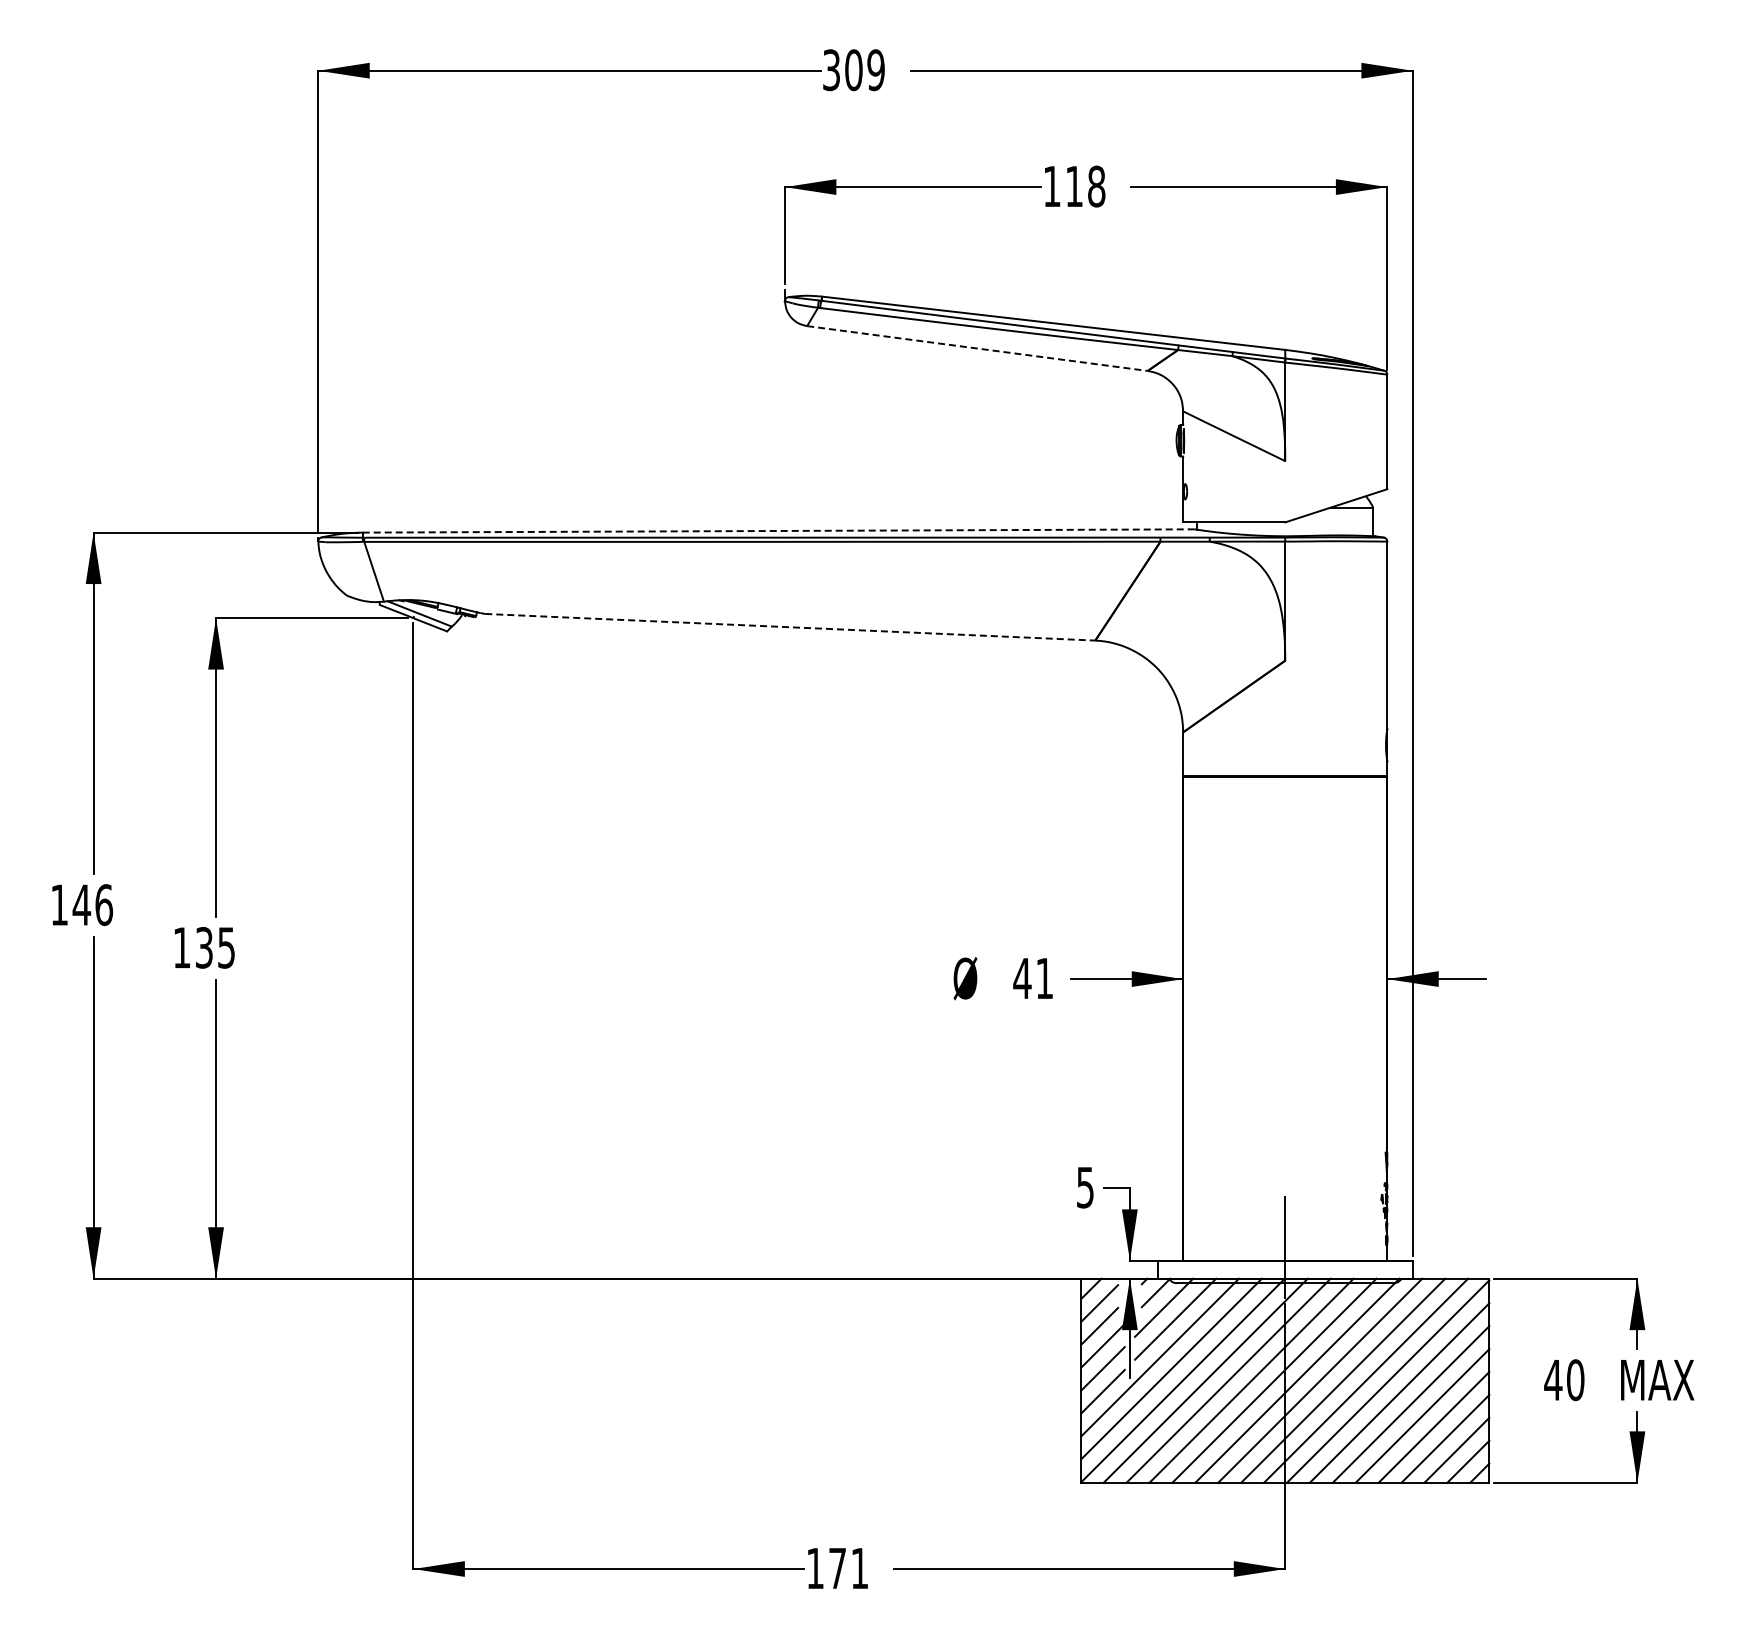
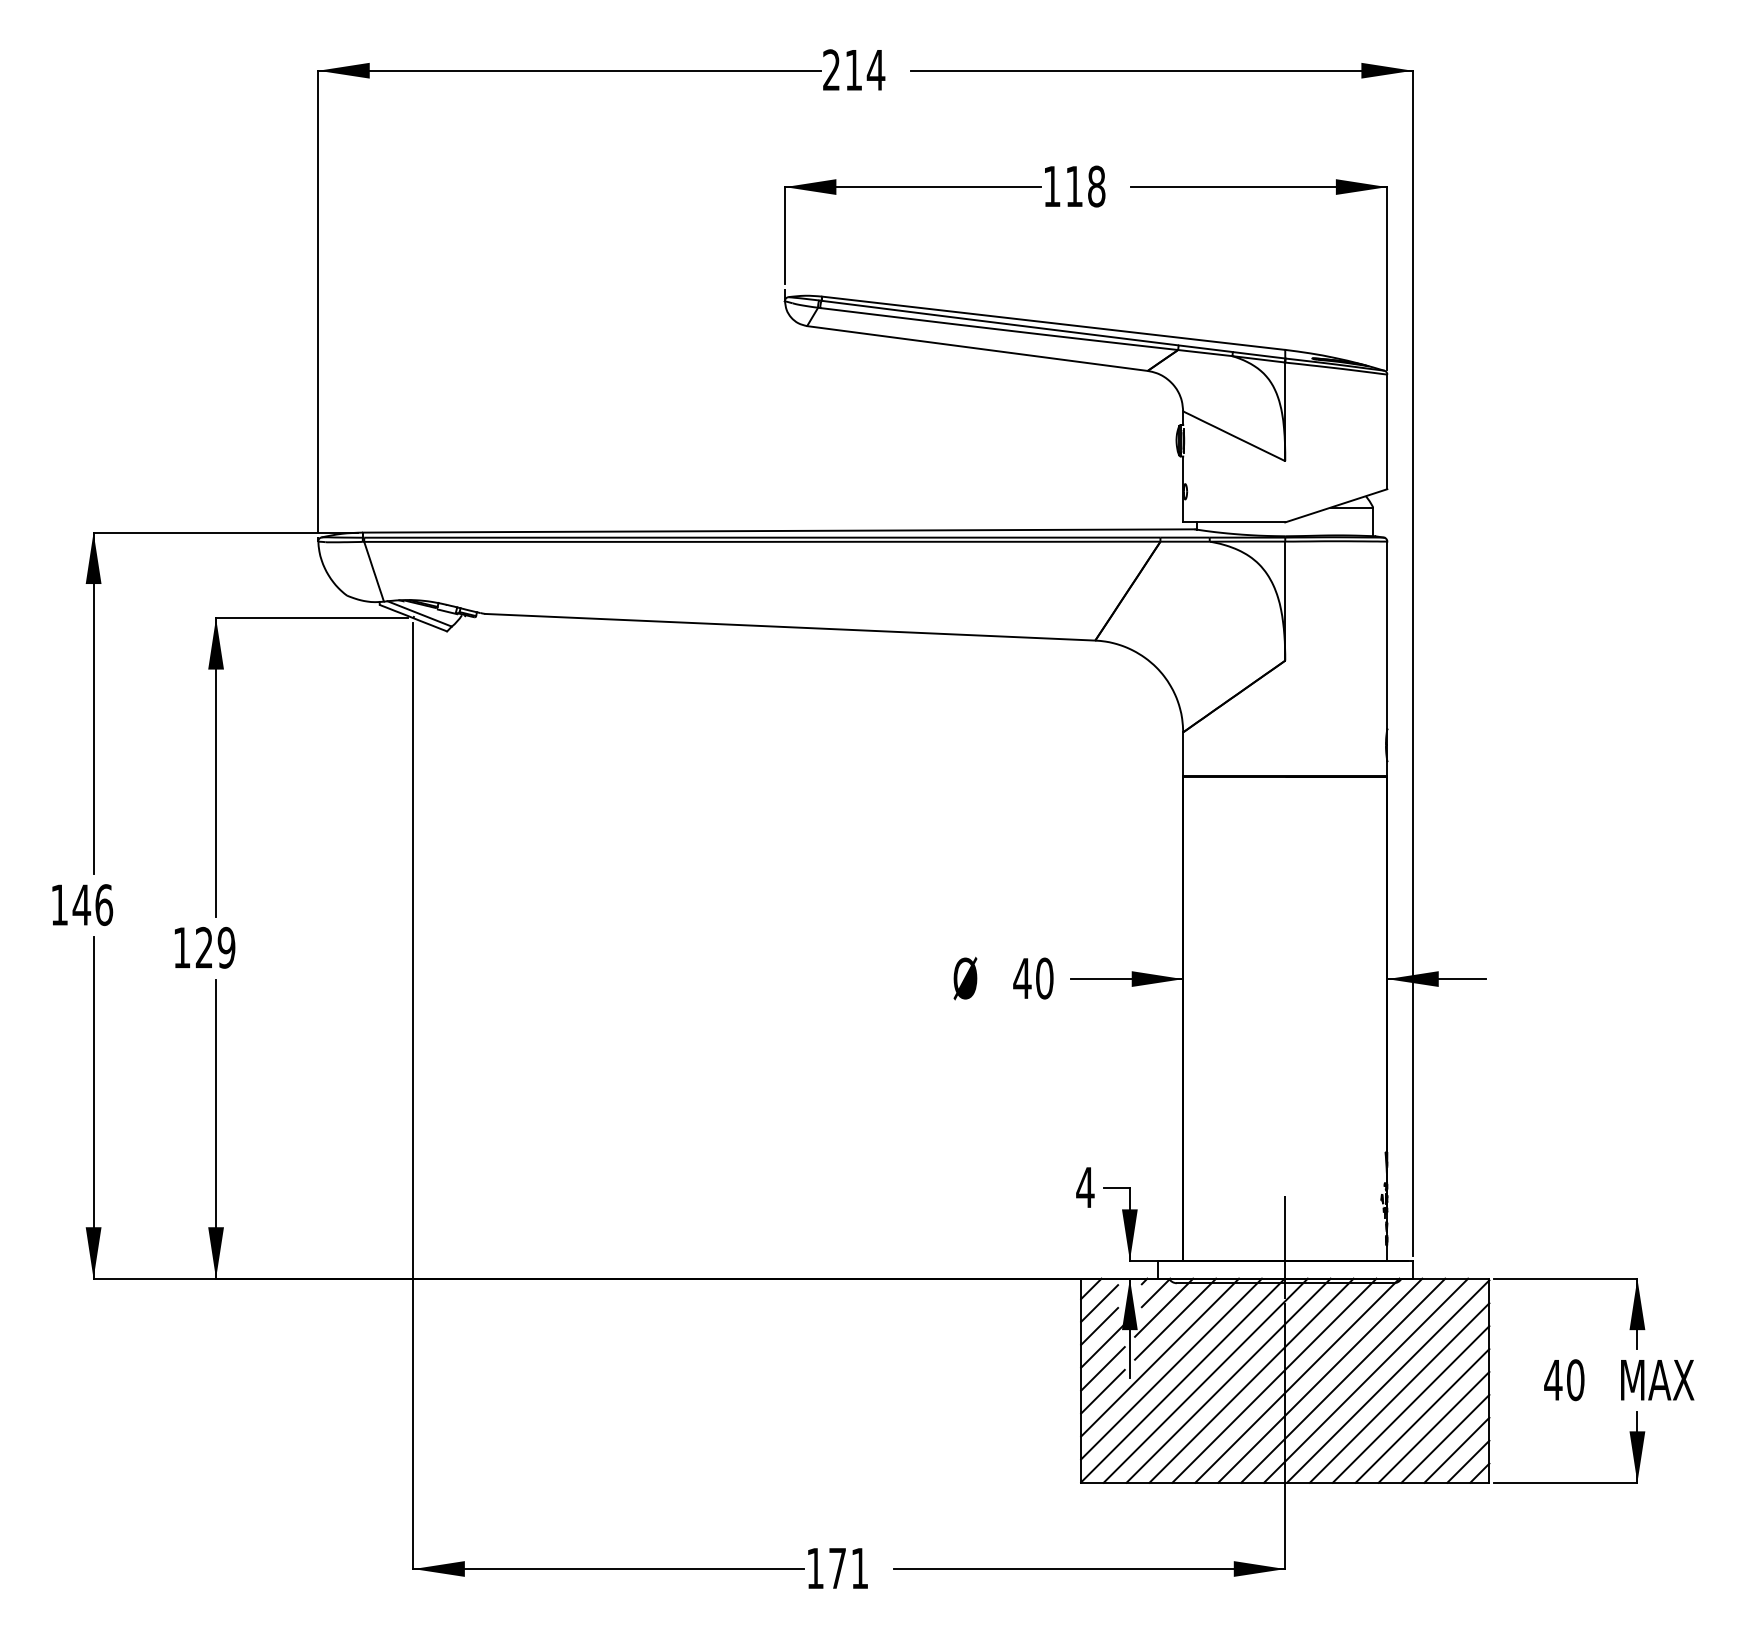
text at (854, 70): 309 -> 214
line at (977, 348): dashed -> solid
line at (778, 530): dashed -> solid
line at (790, 627): dashed -> solid
text at (215, 947): 135 -> 129
text at (1044, 978): 41 -> 40
text at (1085, 1187): 5 -> 4
